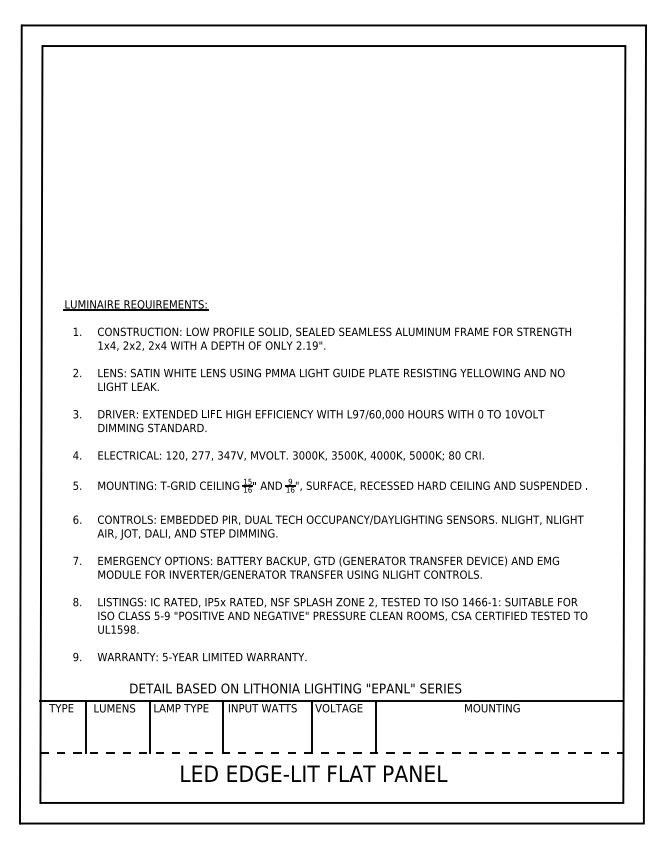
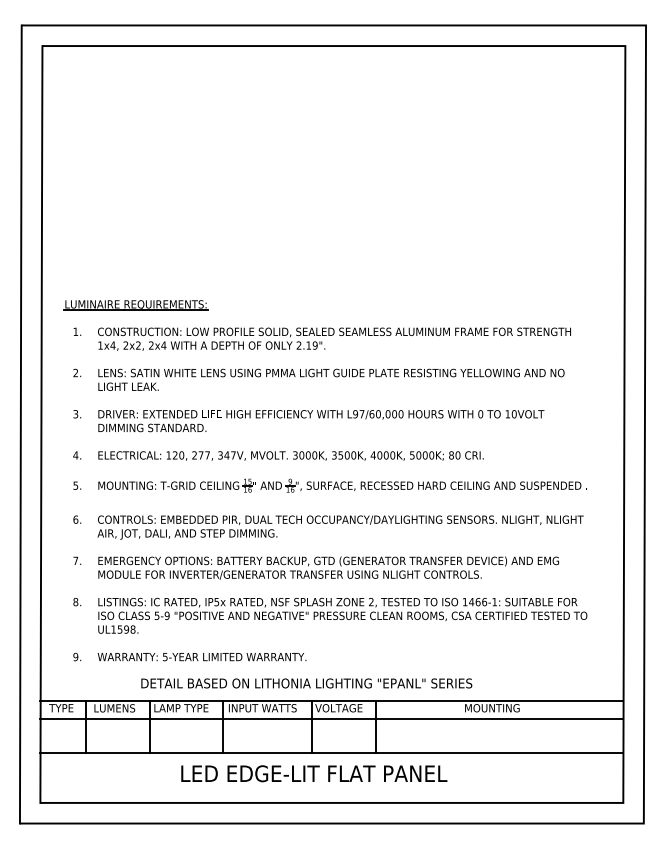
text at (295, 688) position: (295, 688) -> (306, 683)
line at (331, 718): none -> present
line at (332, 752): dashed -> solid
